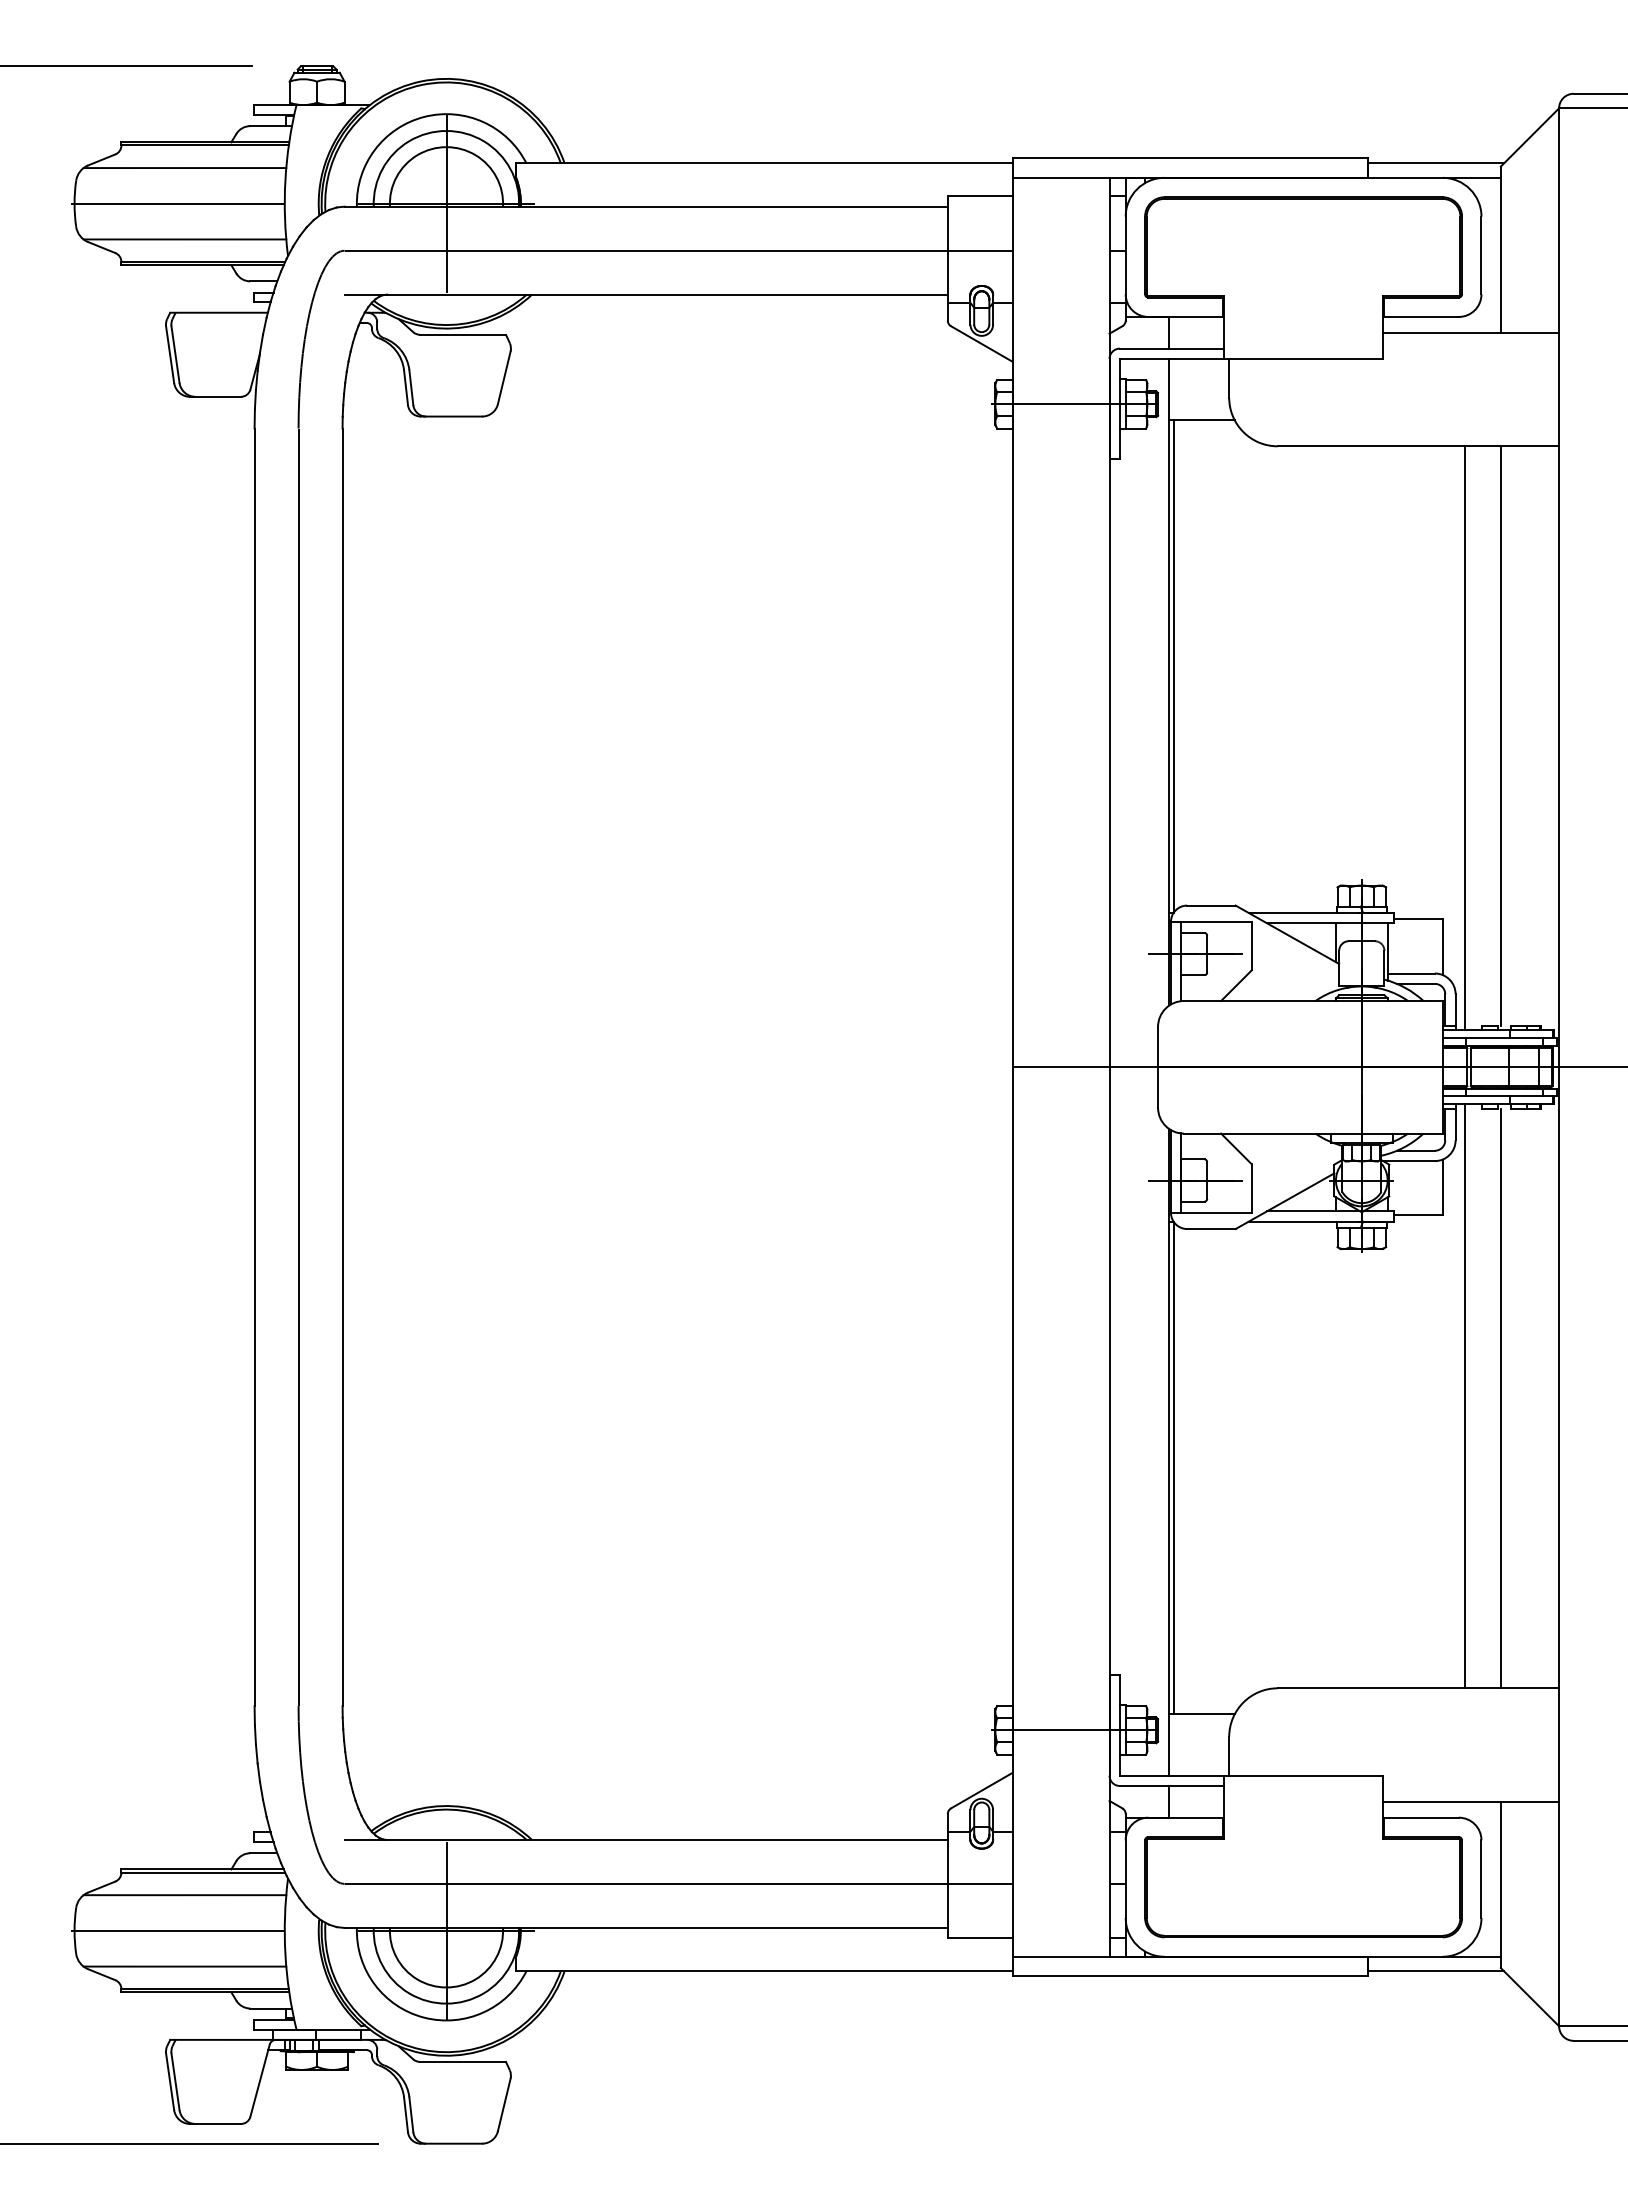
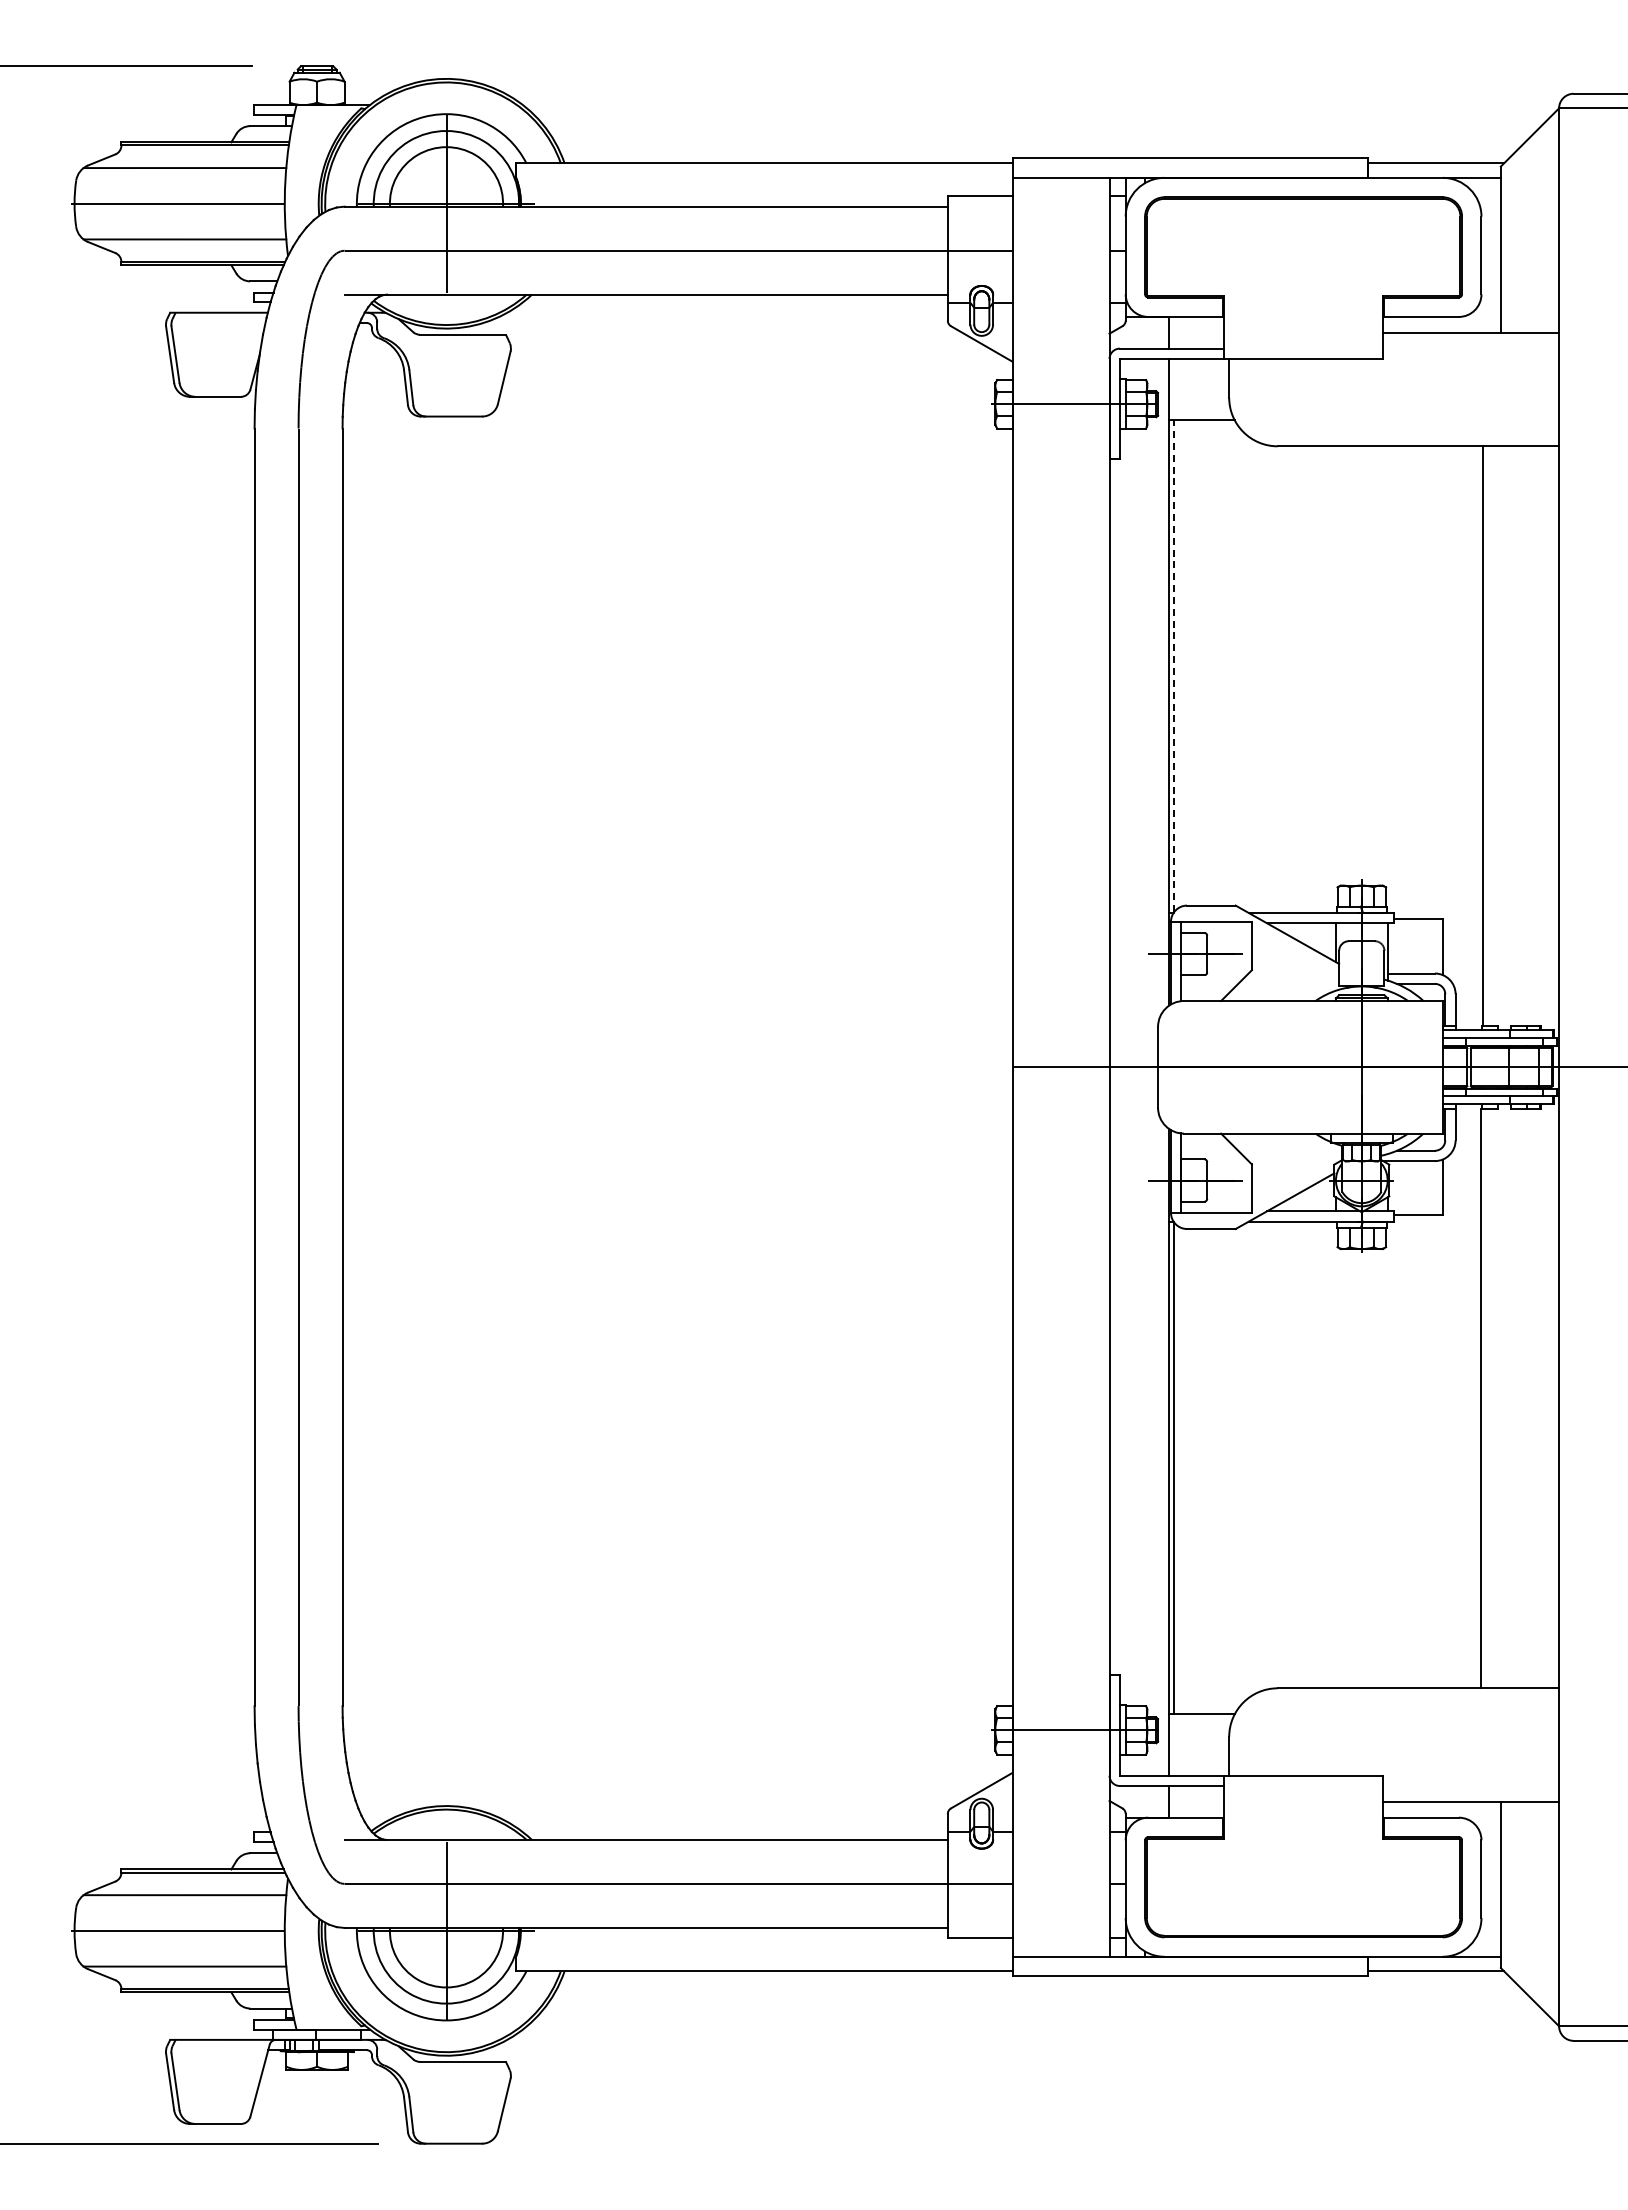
line at (1174, 666): solid -> dashed
line at (1500, 735) position: (1500, 735) -> (1482, 735)
line at (1465, 738): present -> none
line at (1465, 1396): present -> none
line at (1500, 1398) position: (1500, 1398) -> (1480, 1398)
